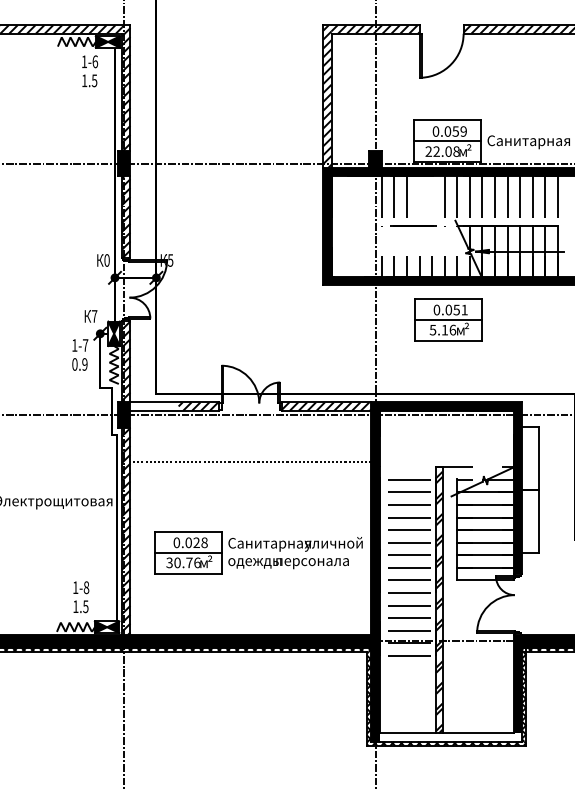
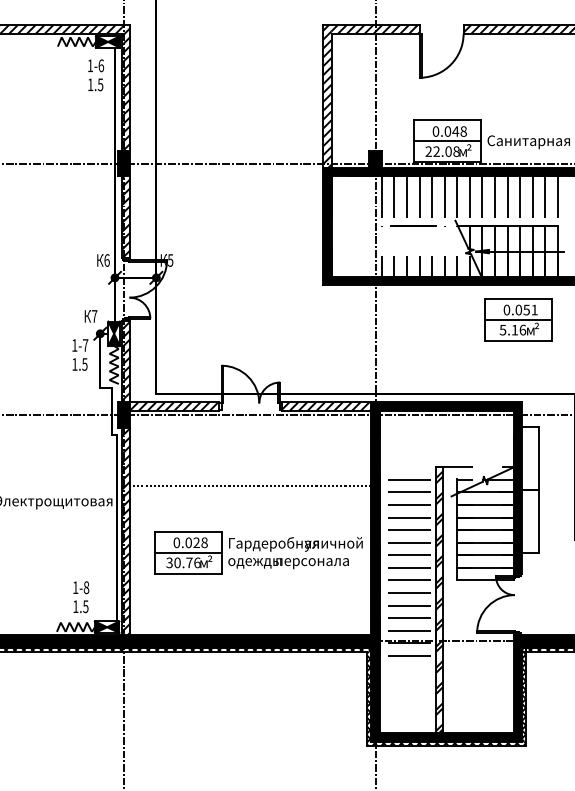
text at (90, 71) position: (90, 71) -> (96, 75)
text at (459, 131): 0.059 -> 0.048
line at (419, 201): none -> present
line at (432, 201): none -> present
text at (106, 260): 0 -> 6
part at (448, 319) position: (448, 319) -> (518, 319)
text at (79, 364): 0.9 -> 1.5
hatch at (154, 406): none -> present
line at (250, 462) position: (250, 462) -> (250, 486)
text at (273, 544): Санитарная -> Гардеробная
fill at (450, 737): none -> present
